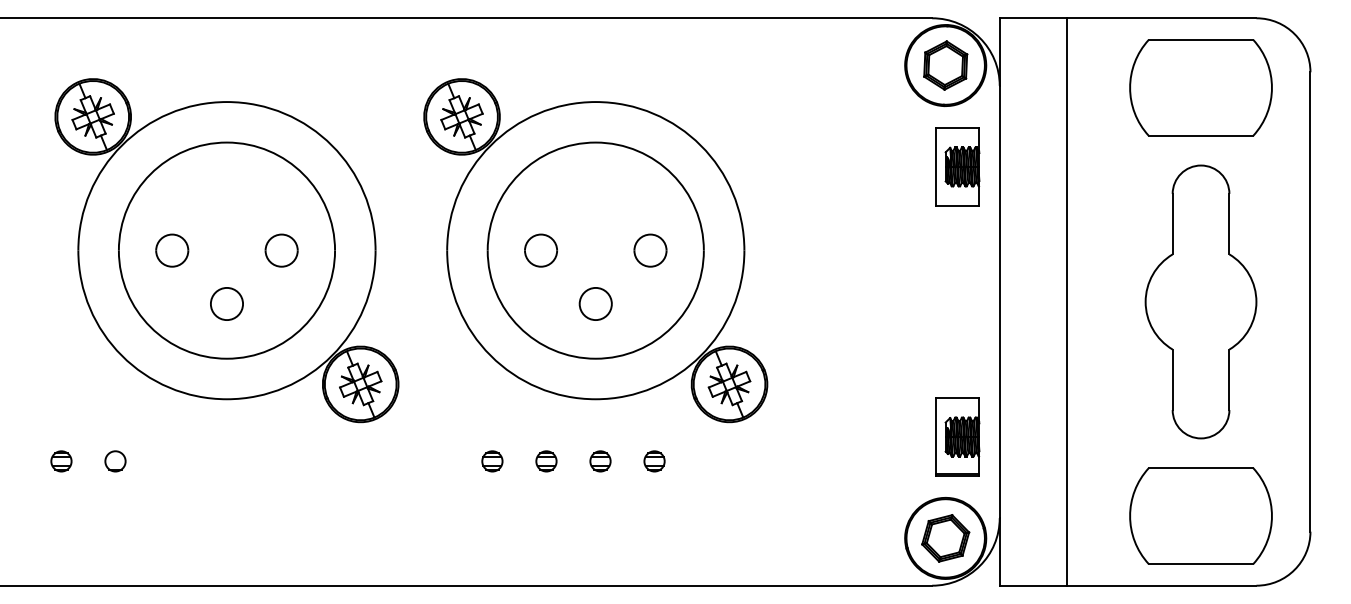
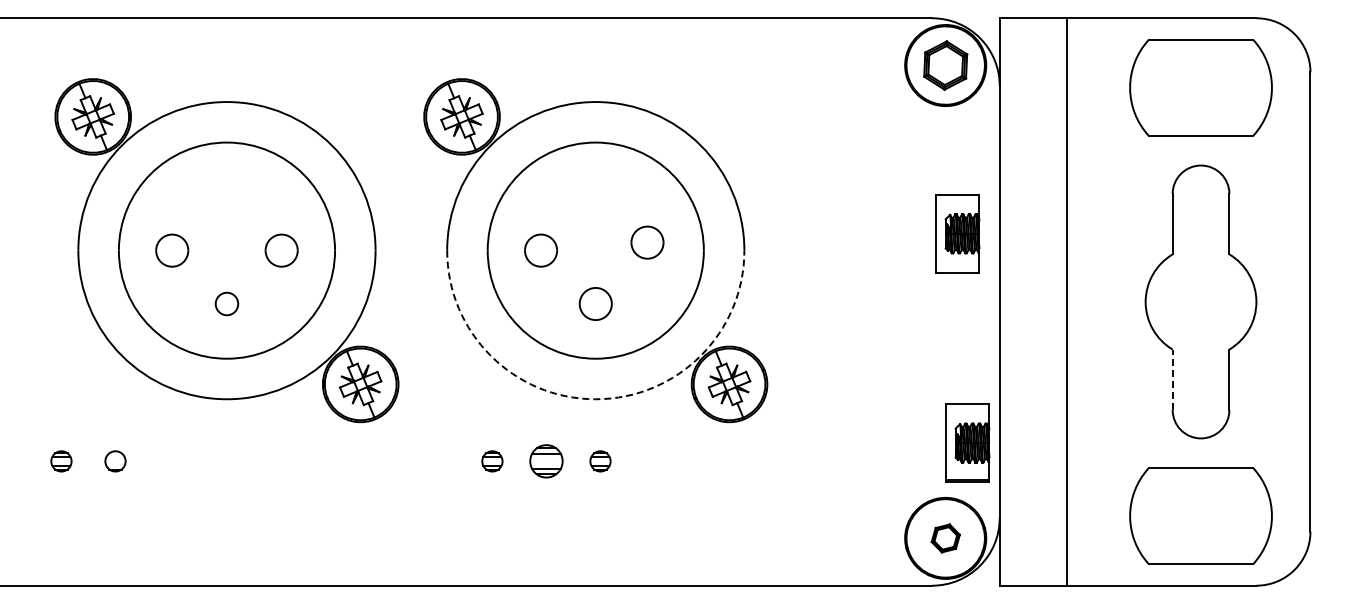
part at (957, 166) position: (957, 166) -> (957, 233)
part at (650, 250) position: (650, 250) -> (647, 242)
part at (226, 303) size: 34x34 px -> 26x26 px
line at (1172, 379): solid -> dashed
arc at (595, 399): solid -> dashed
part at (957, 436) position: (957, 436) -> (967, 442)
part at (546, 461) size: 23x23 px -> 35x35 px
part at (654, 461): present -> none
part at (945, 538) size: 50x49 px -> 31x31 px
